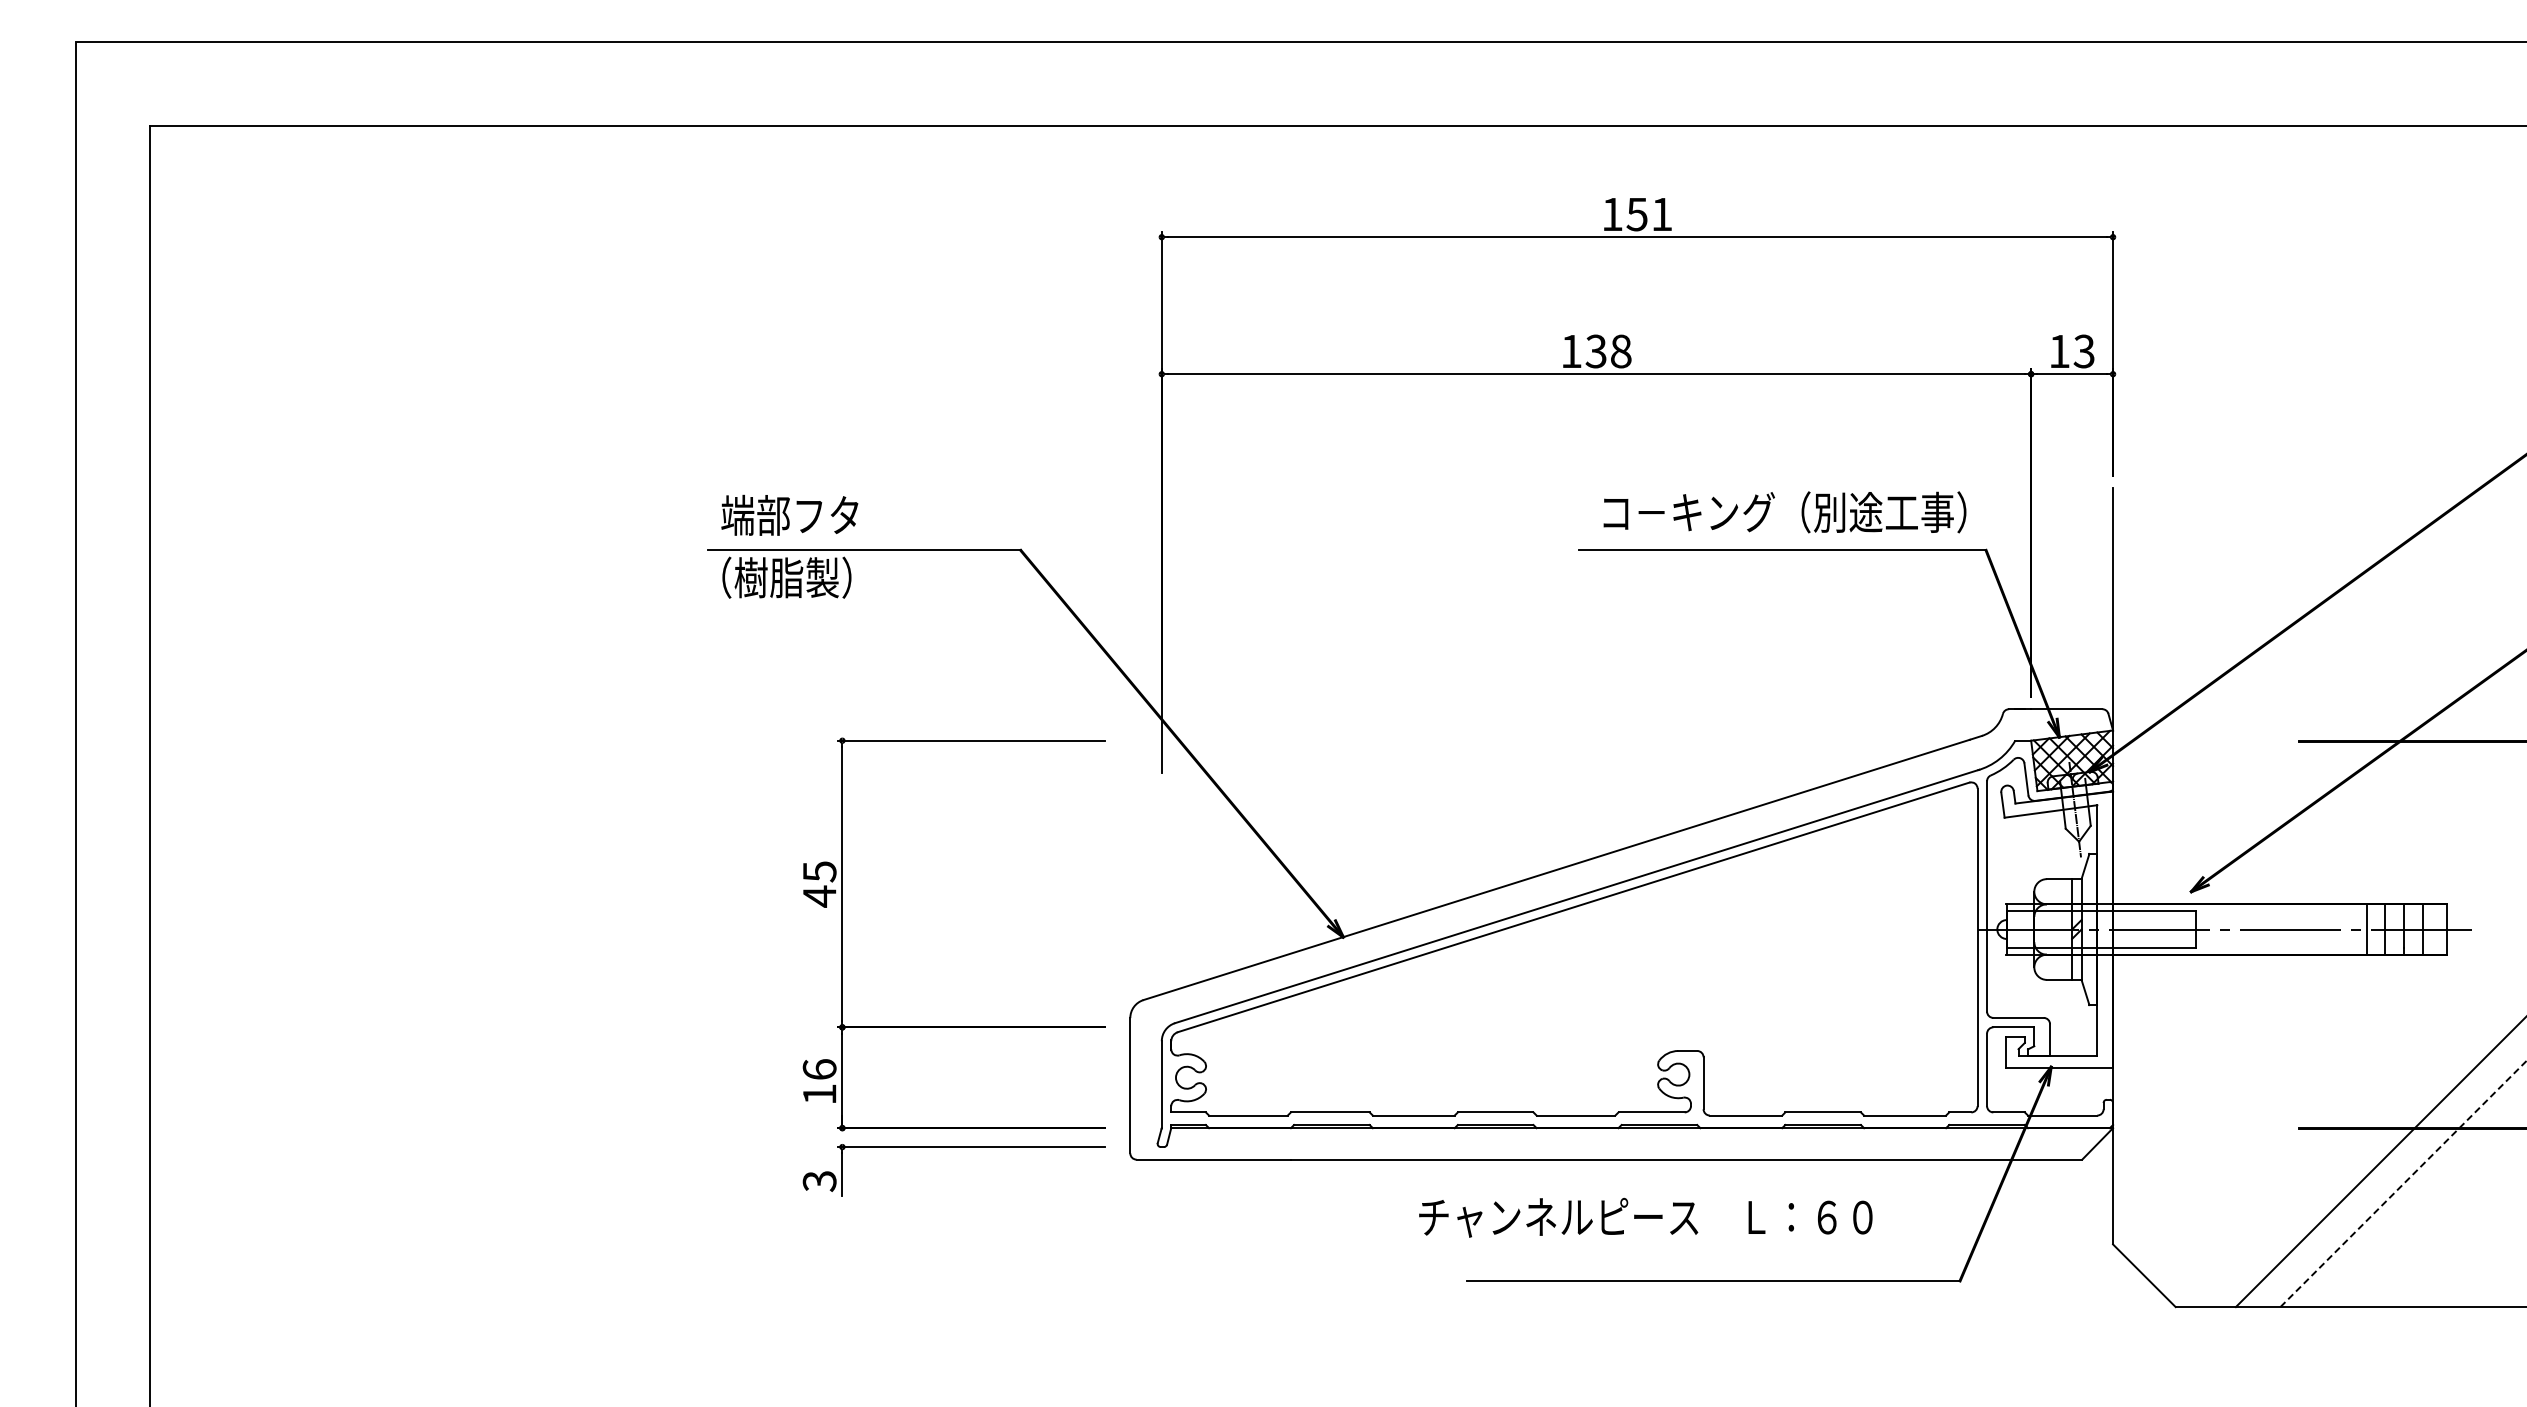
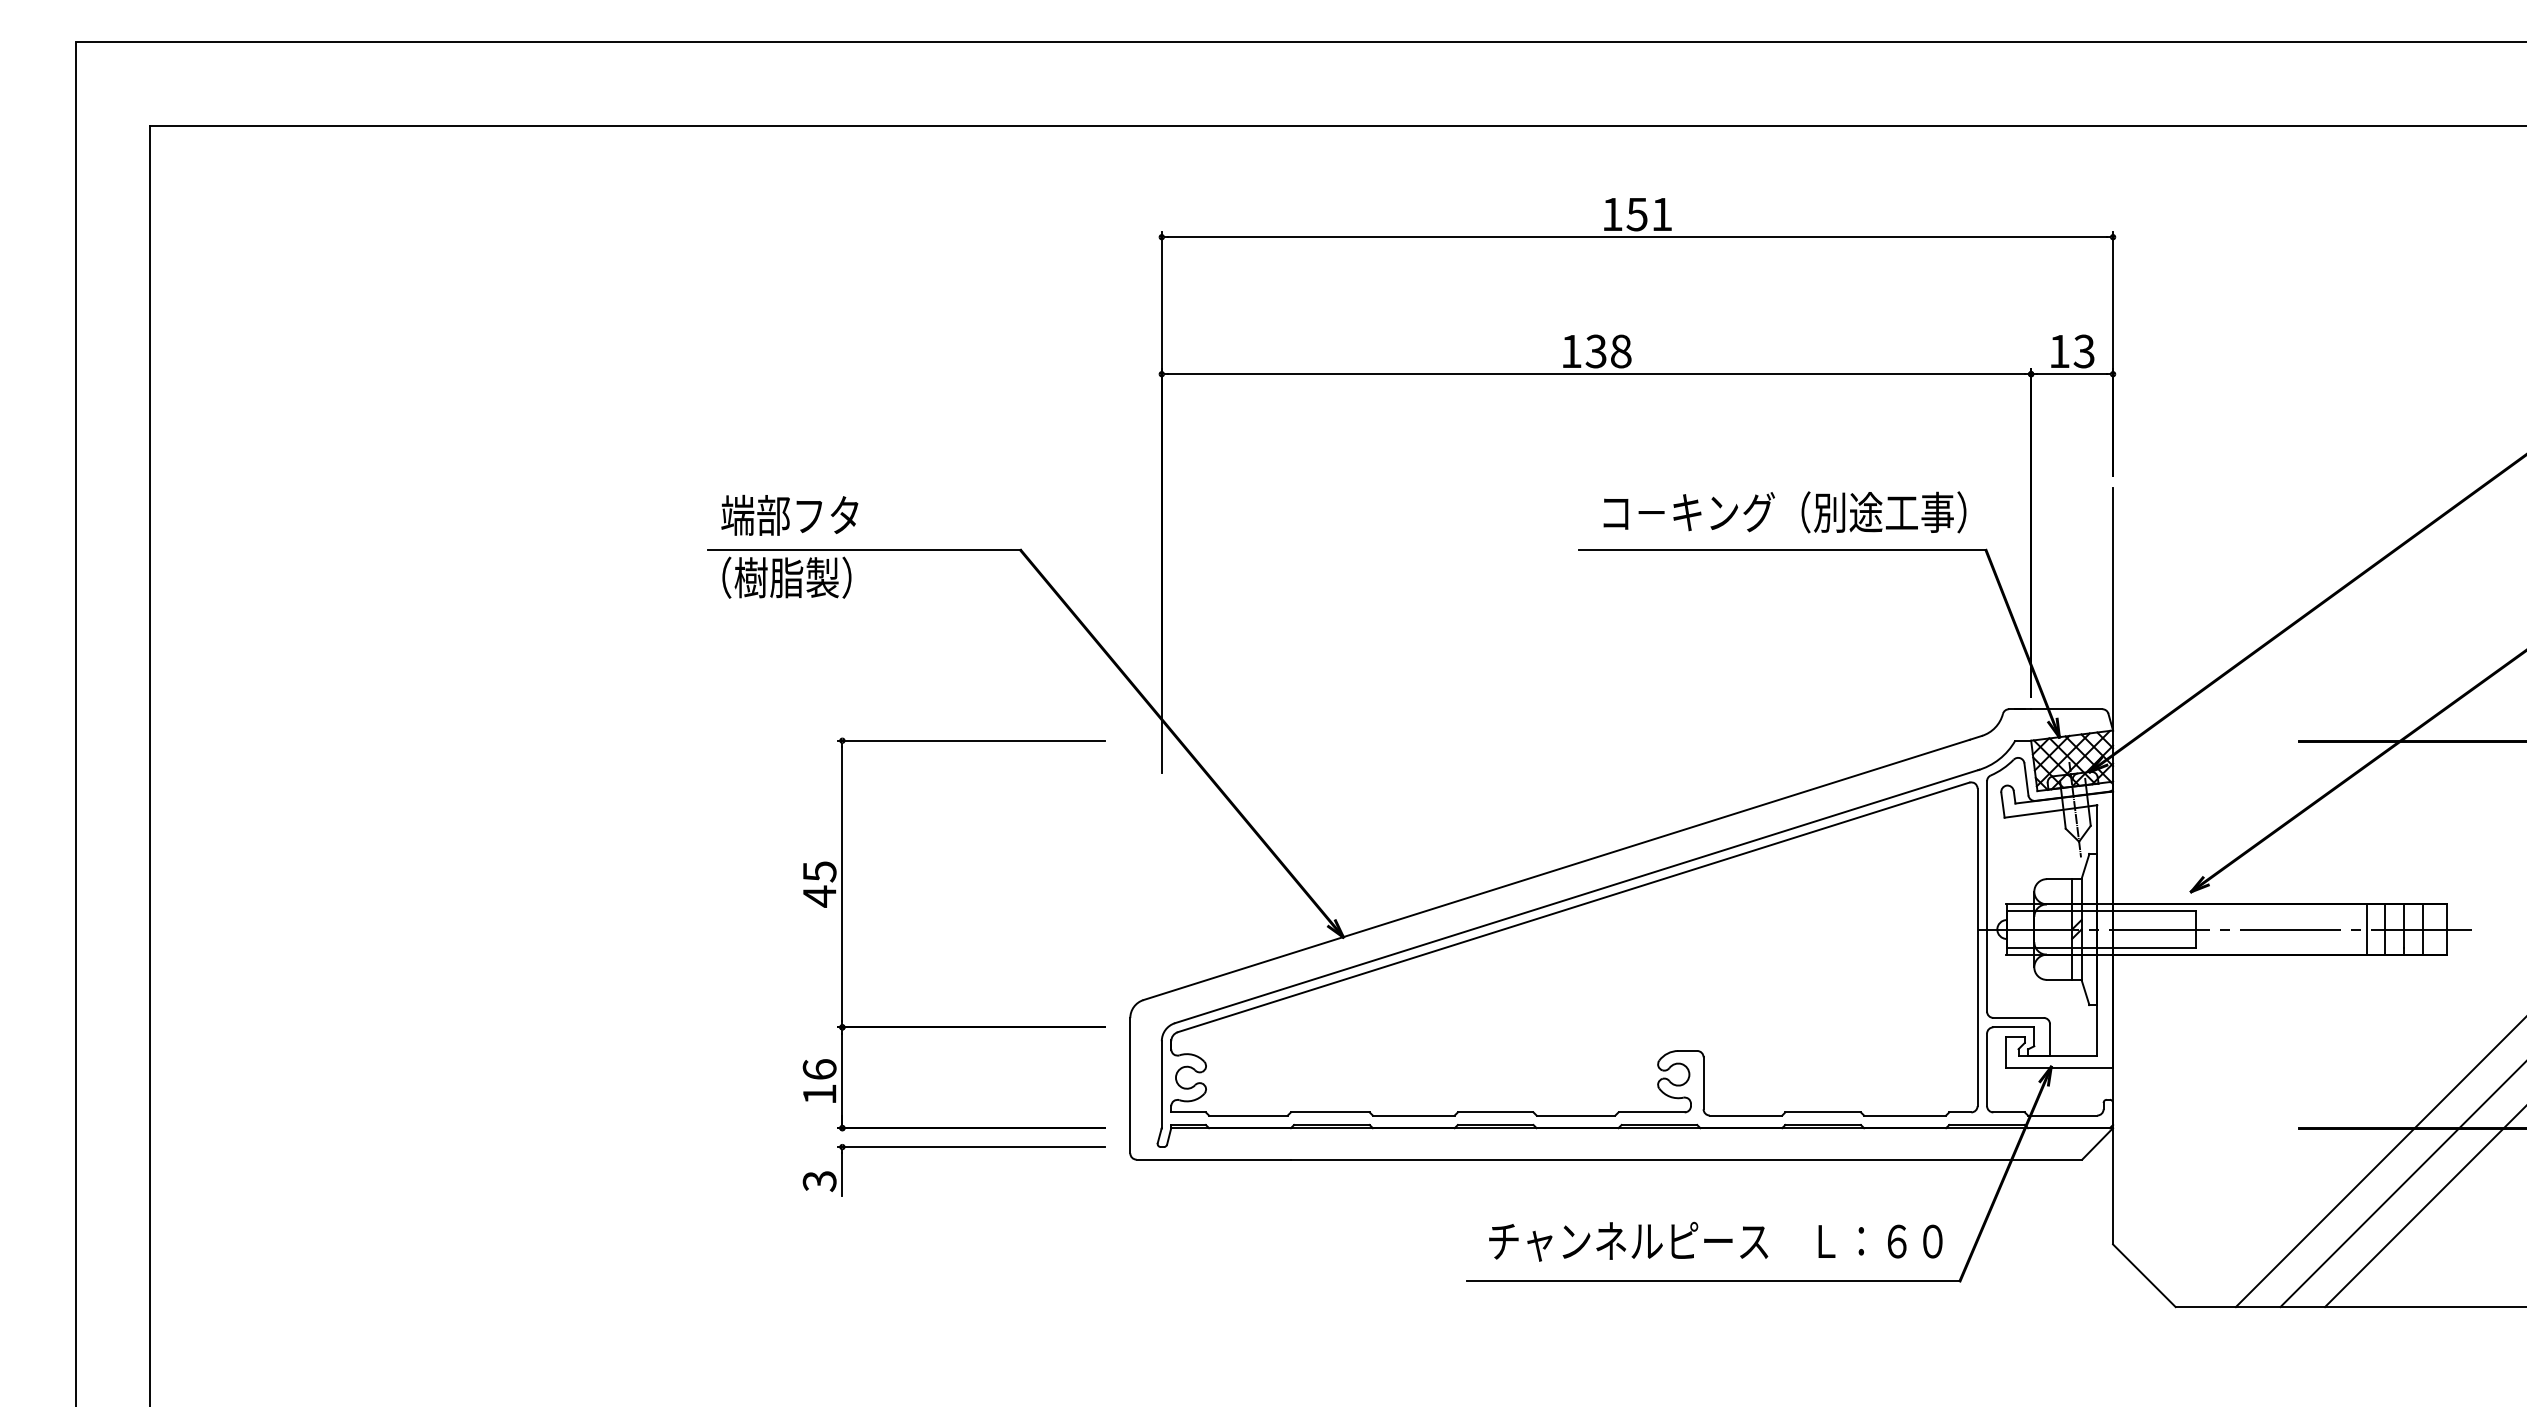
line at (2403, 1183): dashed -> solid
line at (2424, 1207): none -> present
text at (1645, 1217) position: (1645, 1217) -> (1715, 1241)
